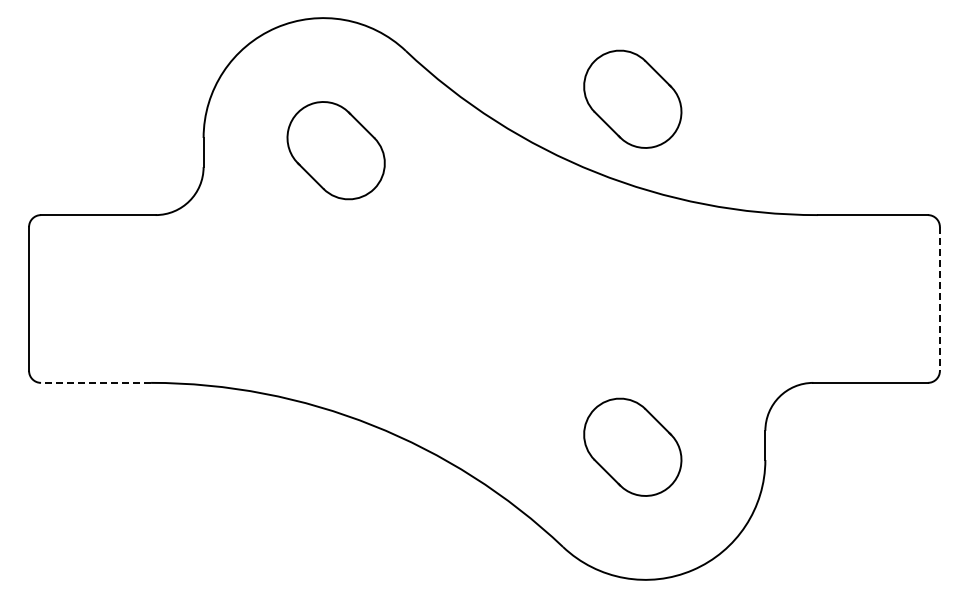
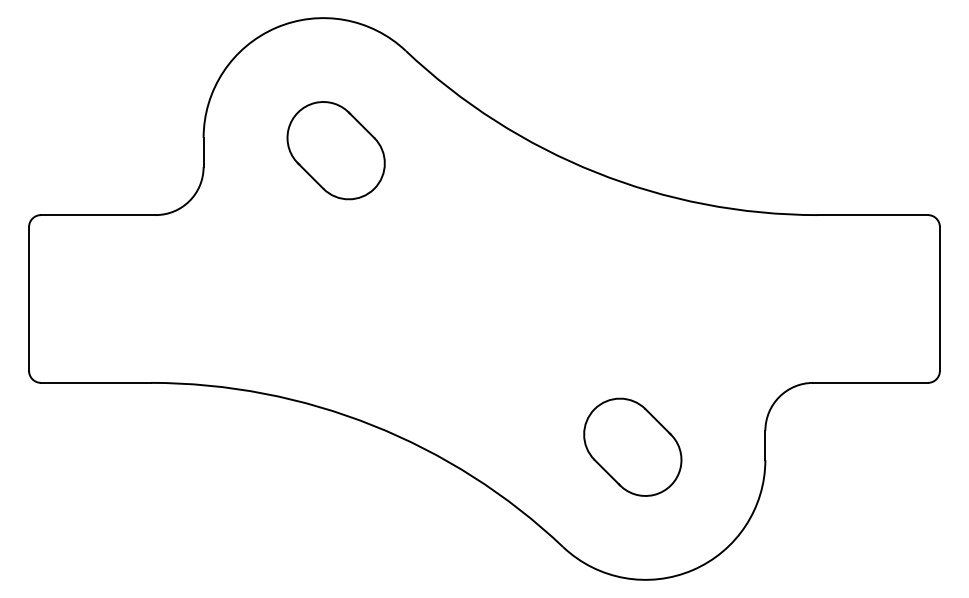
part at (632, 98): present -> none
line at (939, 299): dashed -> solid
line at (96, 382): dashed -> solid
